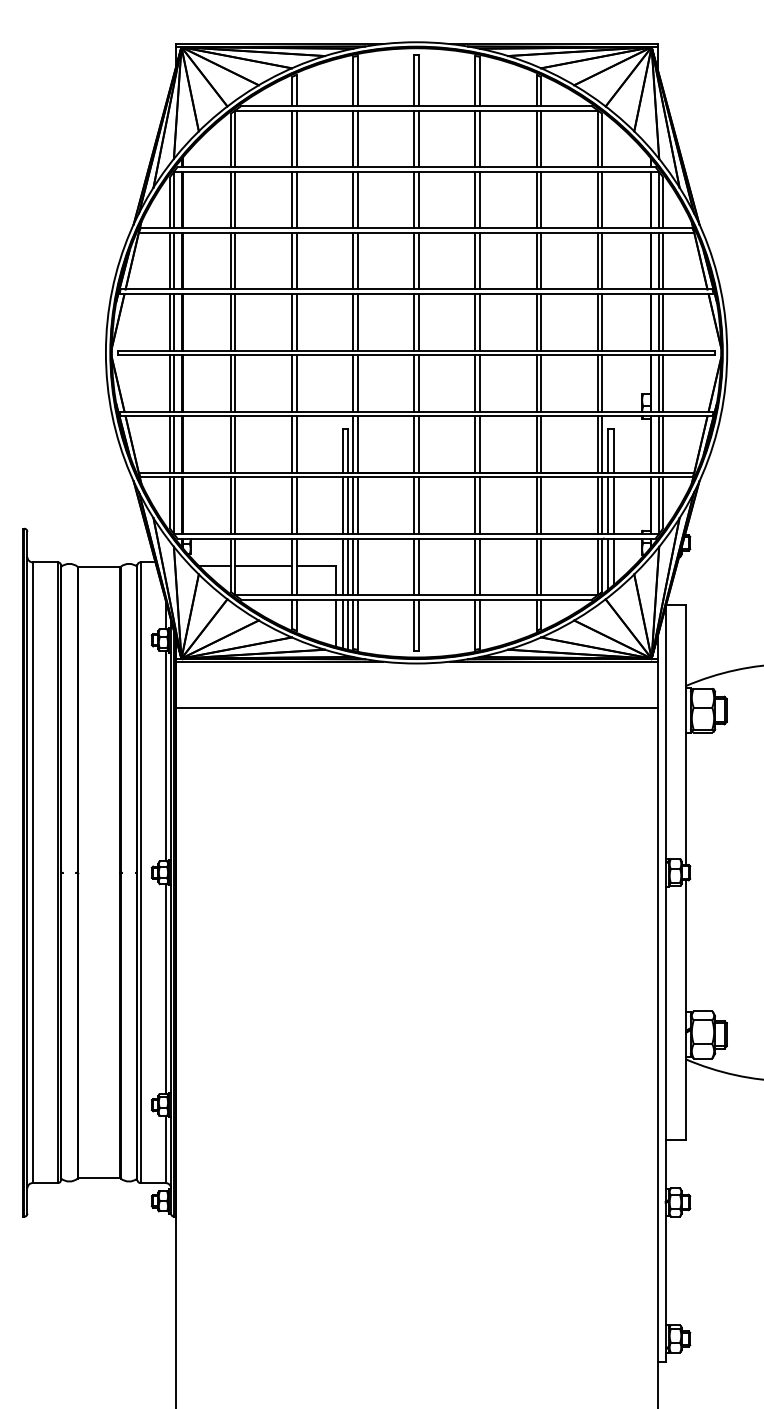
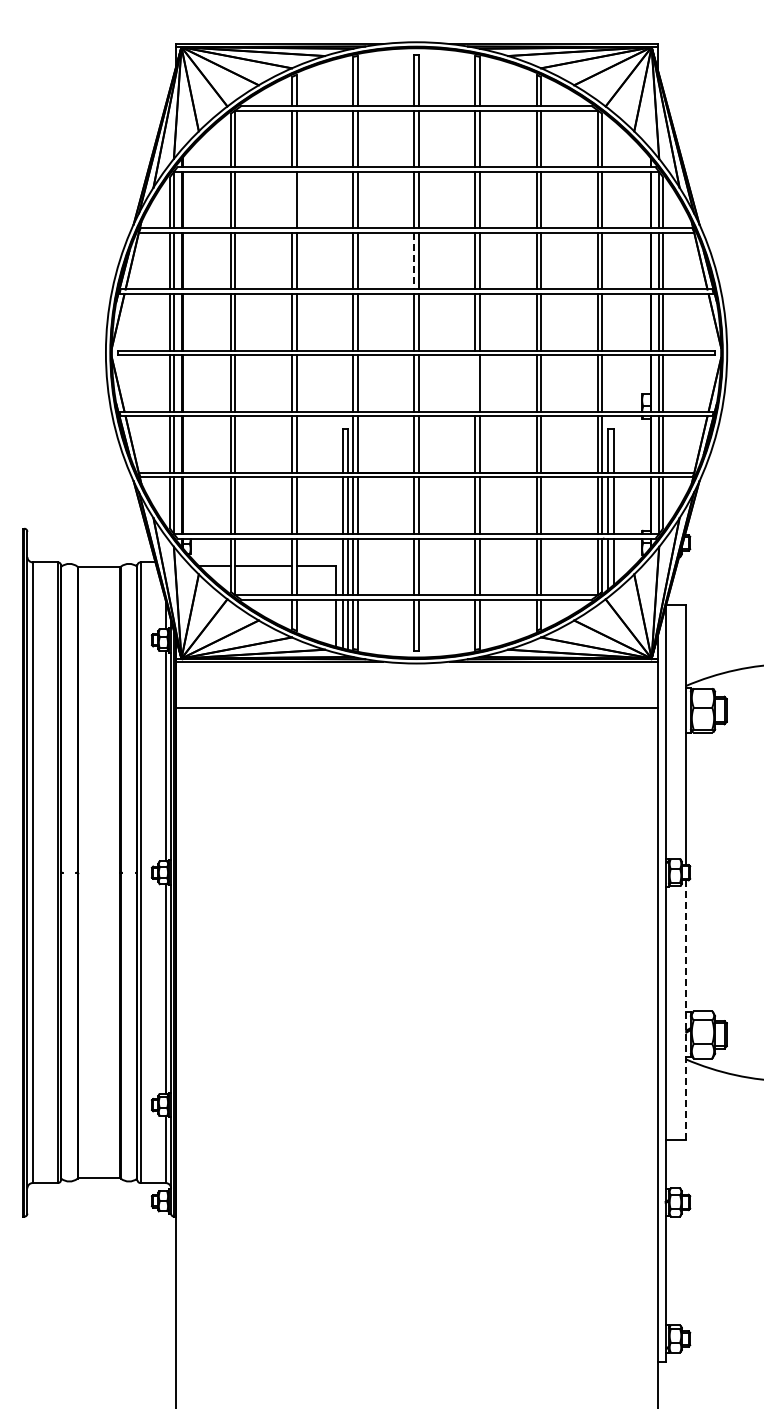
line at (291, 199): present -> none
line at (414, 261): solid -> dashed
line at (475, 383): present -> none
line at (685, 1010): solid -> dashed
